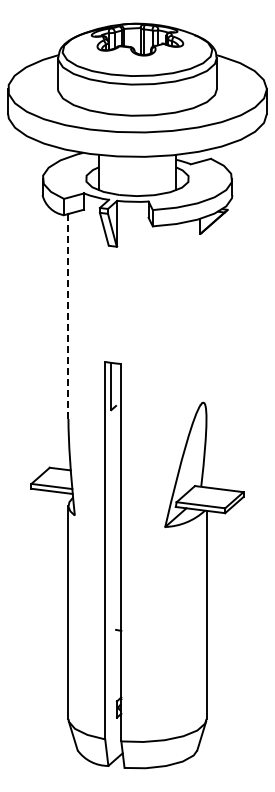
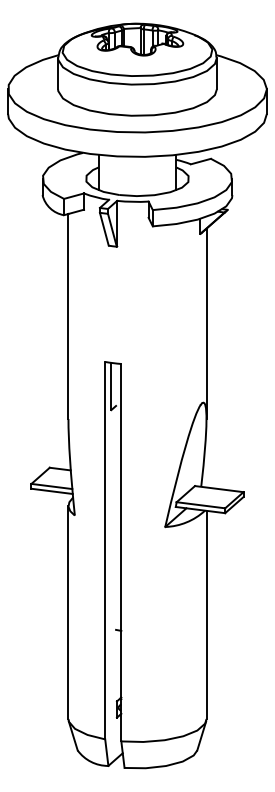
line at (68, 316): dashed -> solid
line at (206, 323): none -> present
